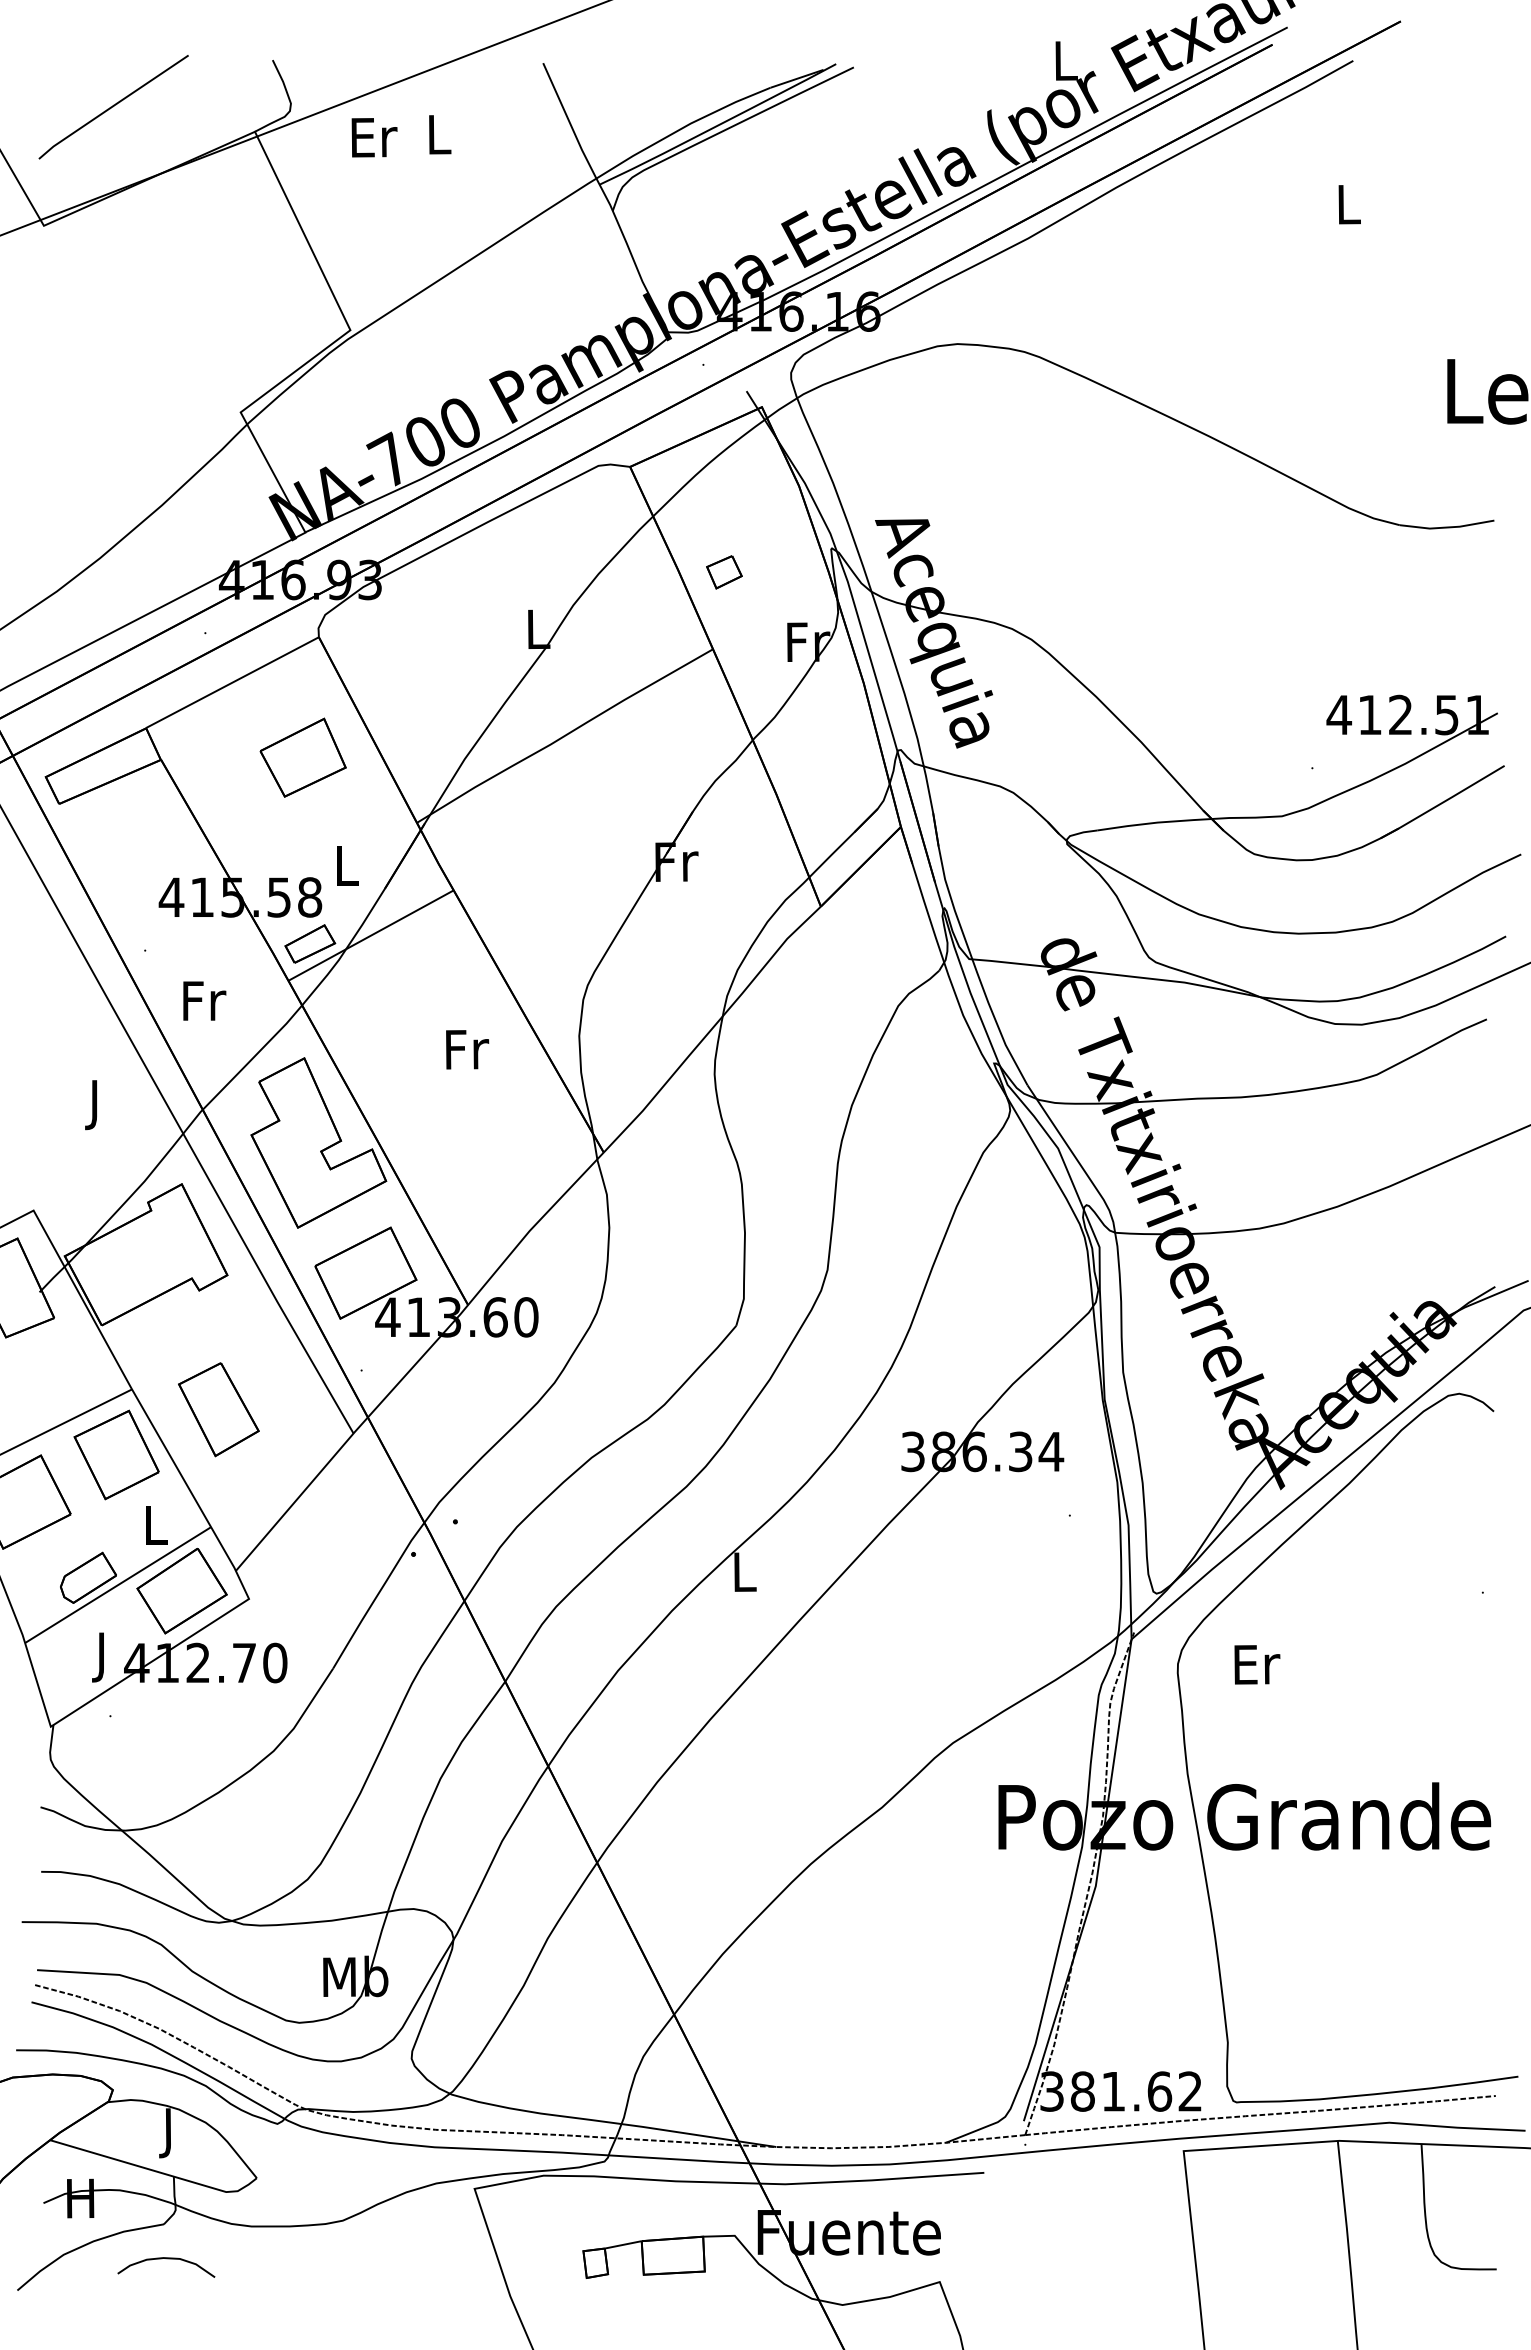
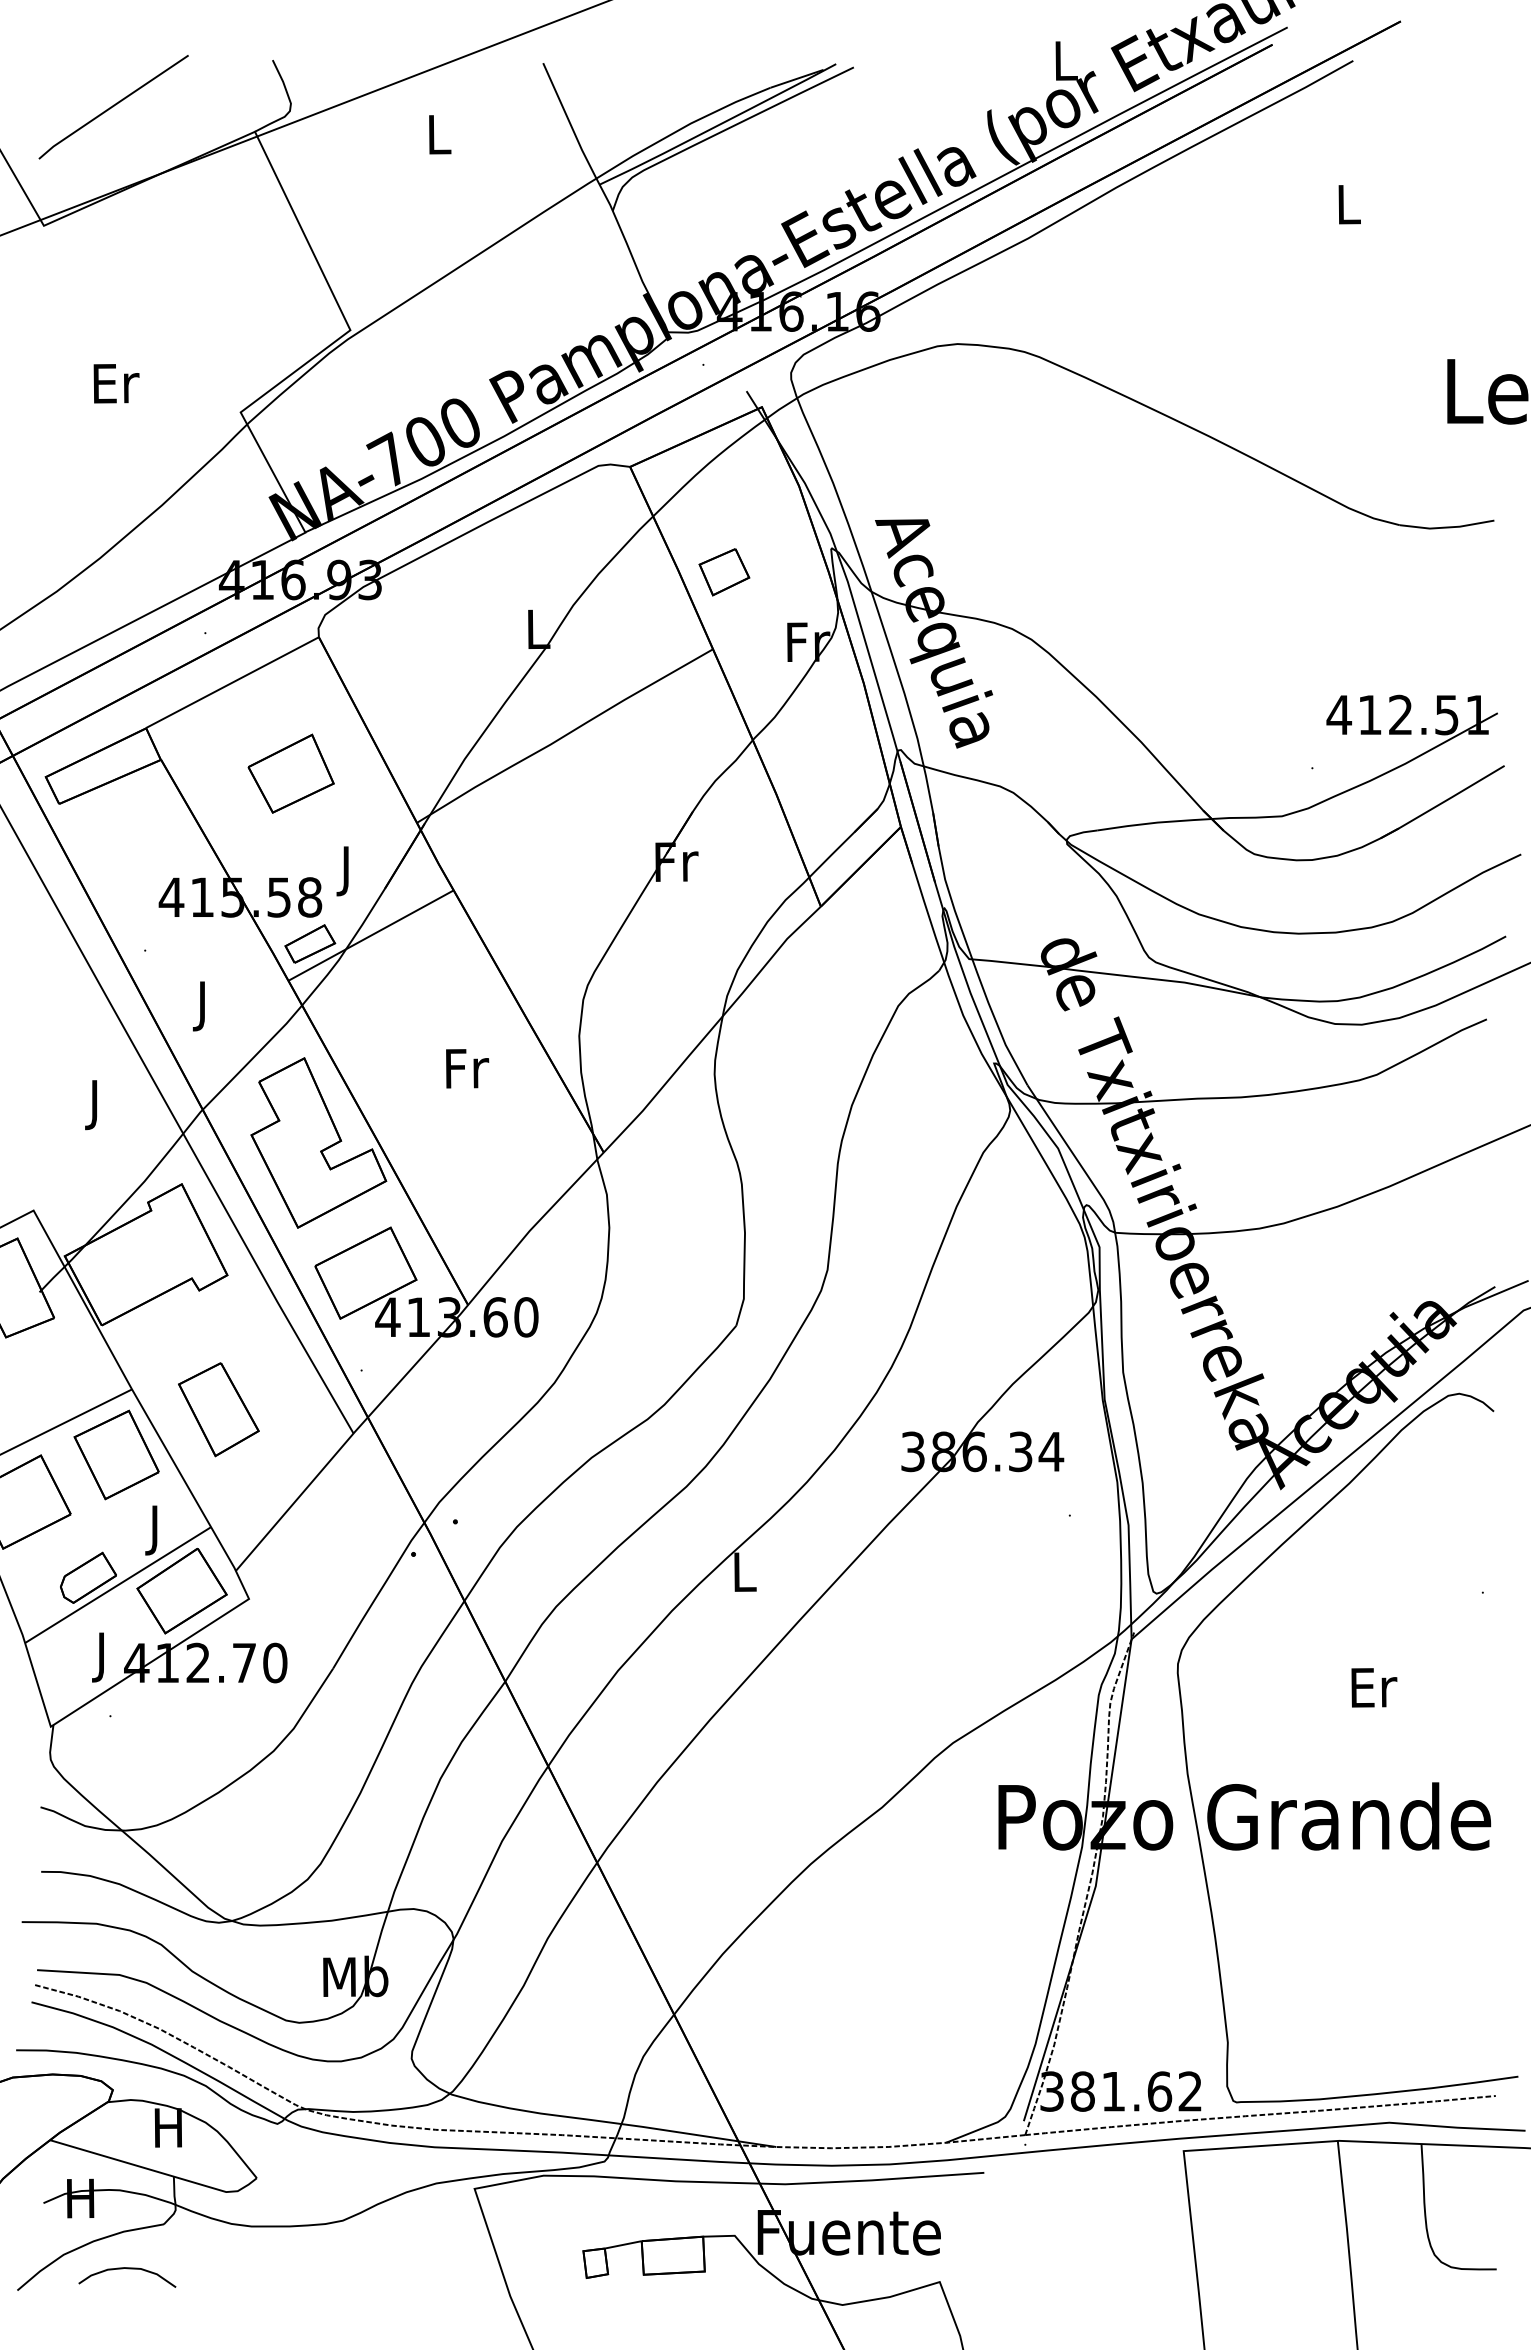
text at (374, 137) position: (374, 137) -> (116, 383)
part at (724, 572) size: 37x35 px -> 53x49 px
part at (302, 757) position: (302, 757) -> (290, 773)
text at (347, 871): L -> J
text at (204, 1006): Fr -> J
text at (467, 1049) position: (467, 1049) -> (467, 1068)
text at (156, 1530): L -> J
text at (1257, 1664) position: (1257, 1664) -> (1374, 1687)
text at (167, 2133): J -> H
curve at (166, 2259) position: (166, 2259) -> (127, 2269)
